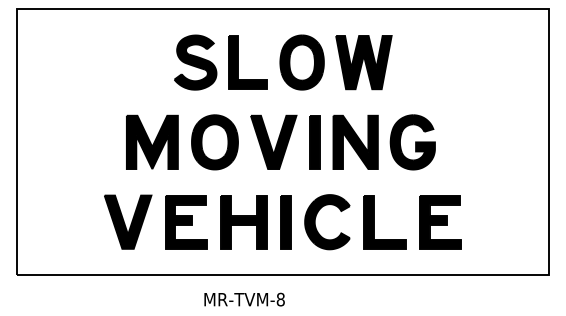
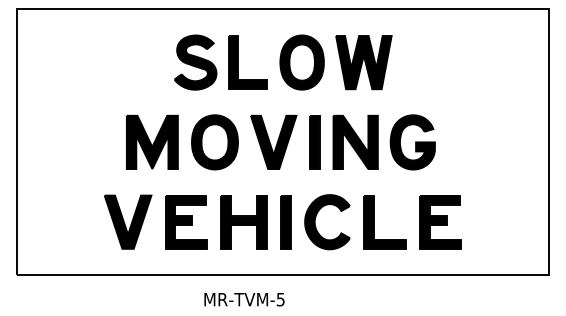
text at (280, 299): MR-TVM-8 -> MR-TVM-5
